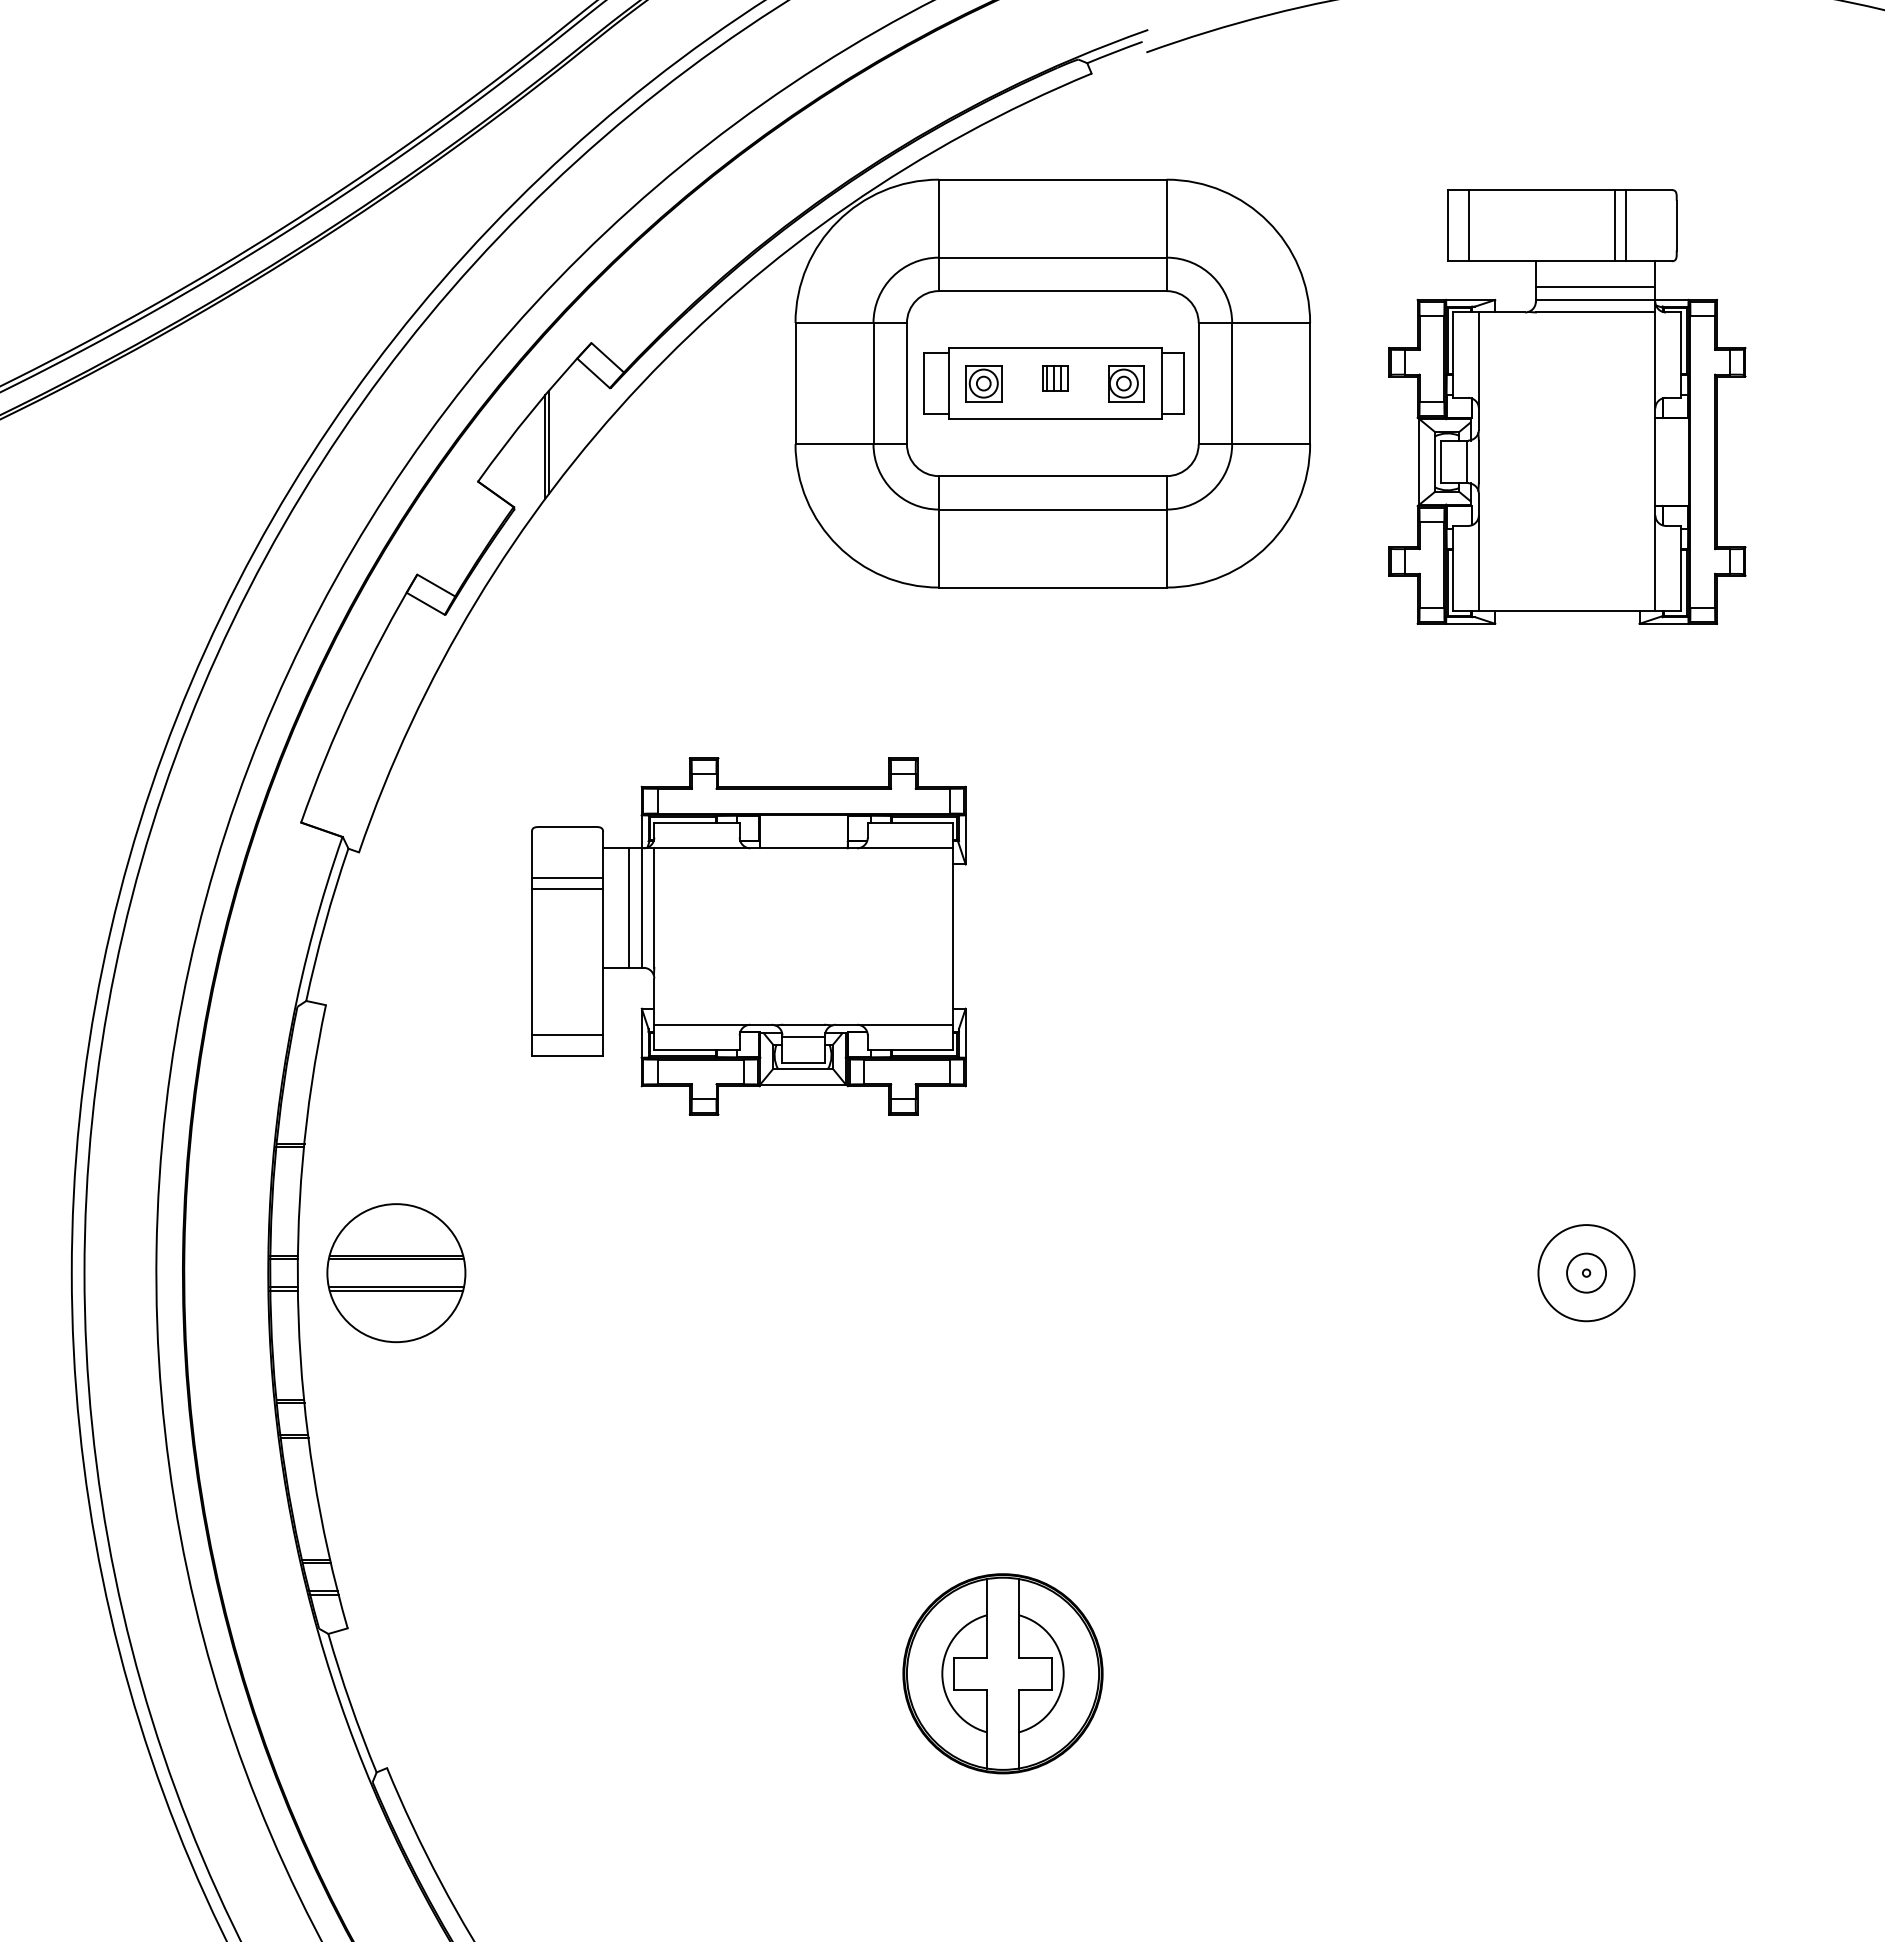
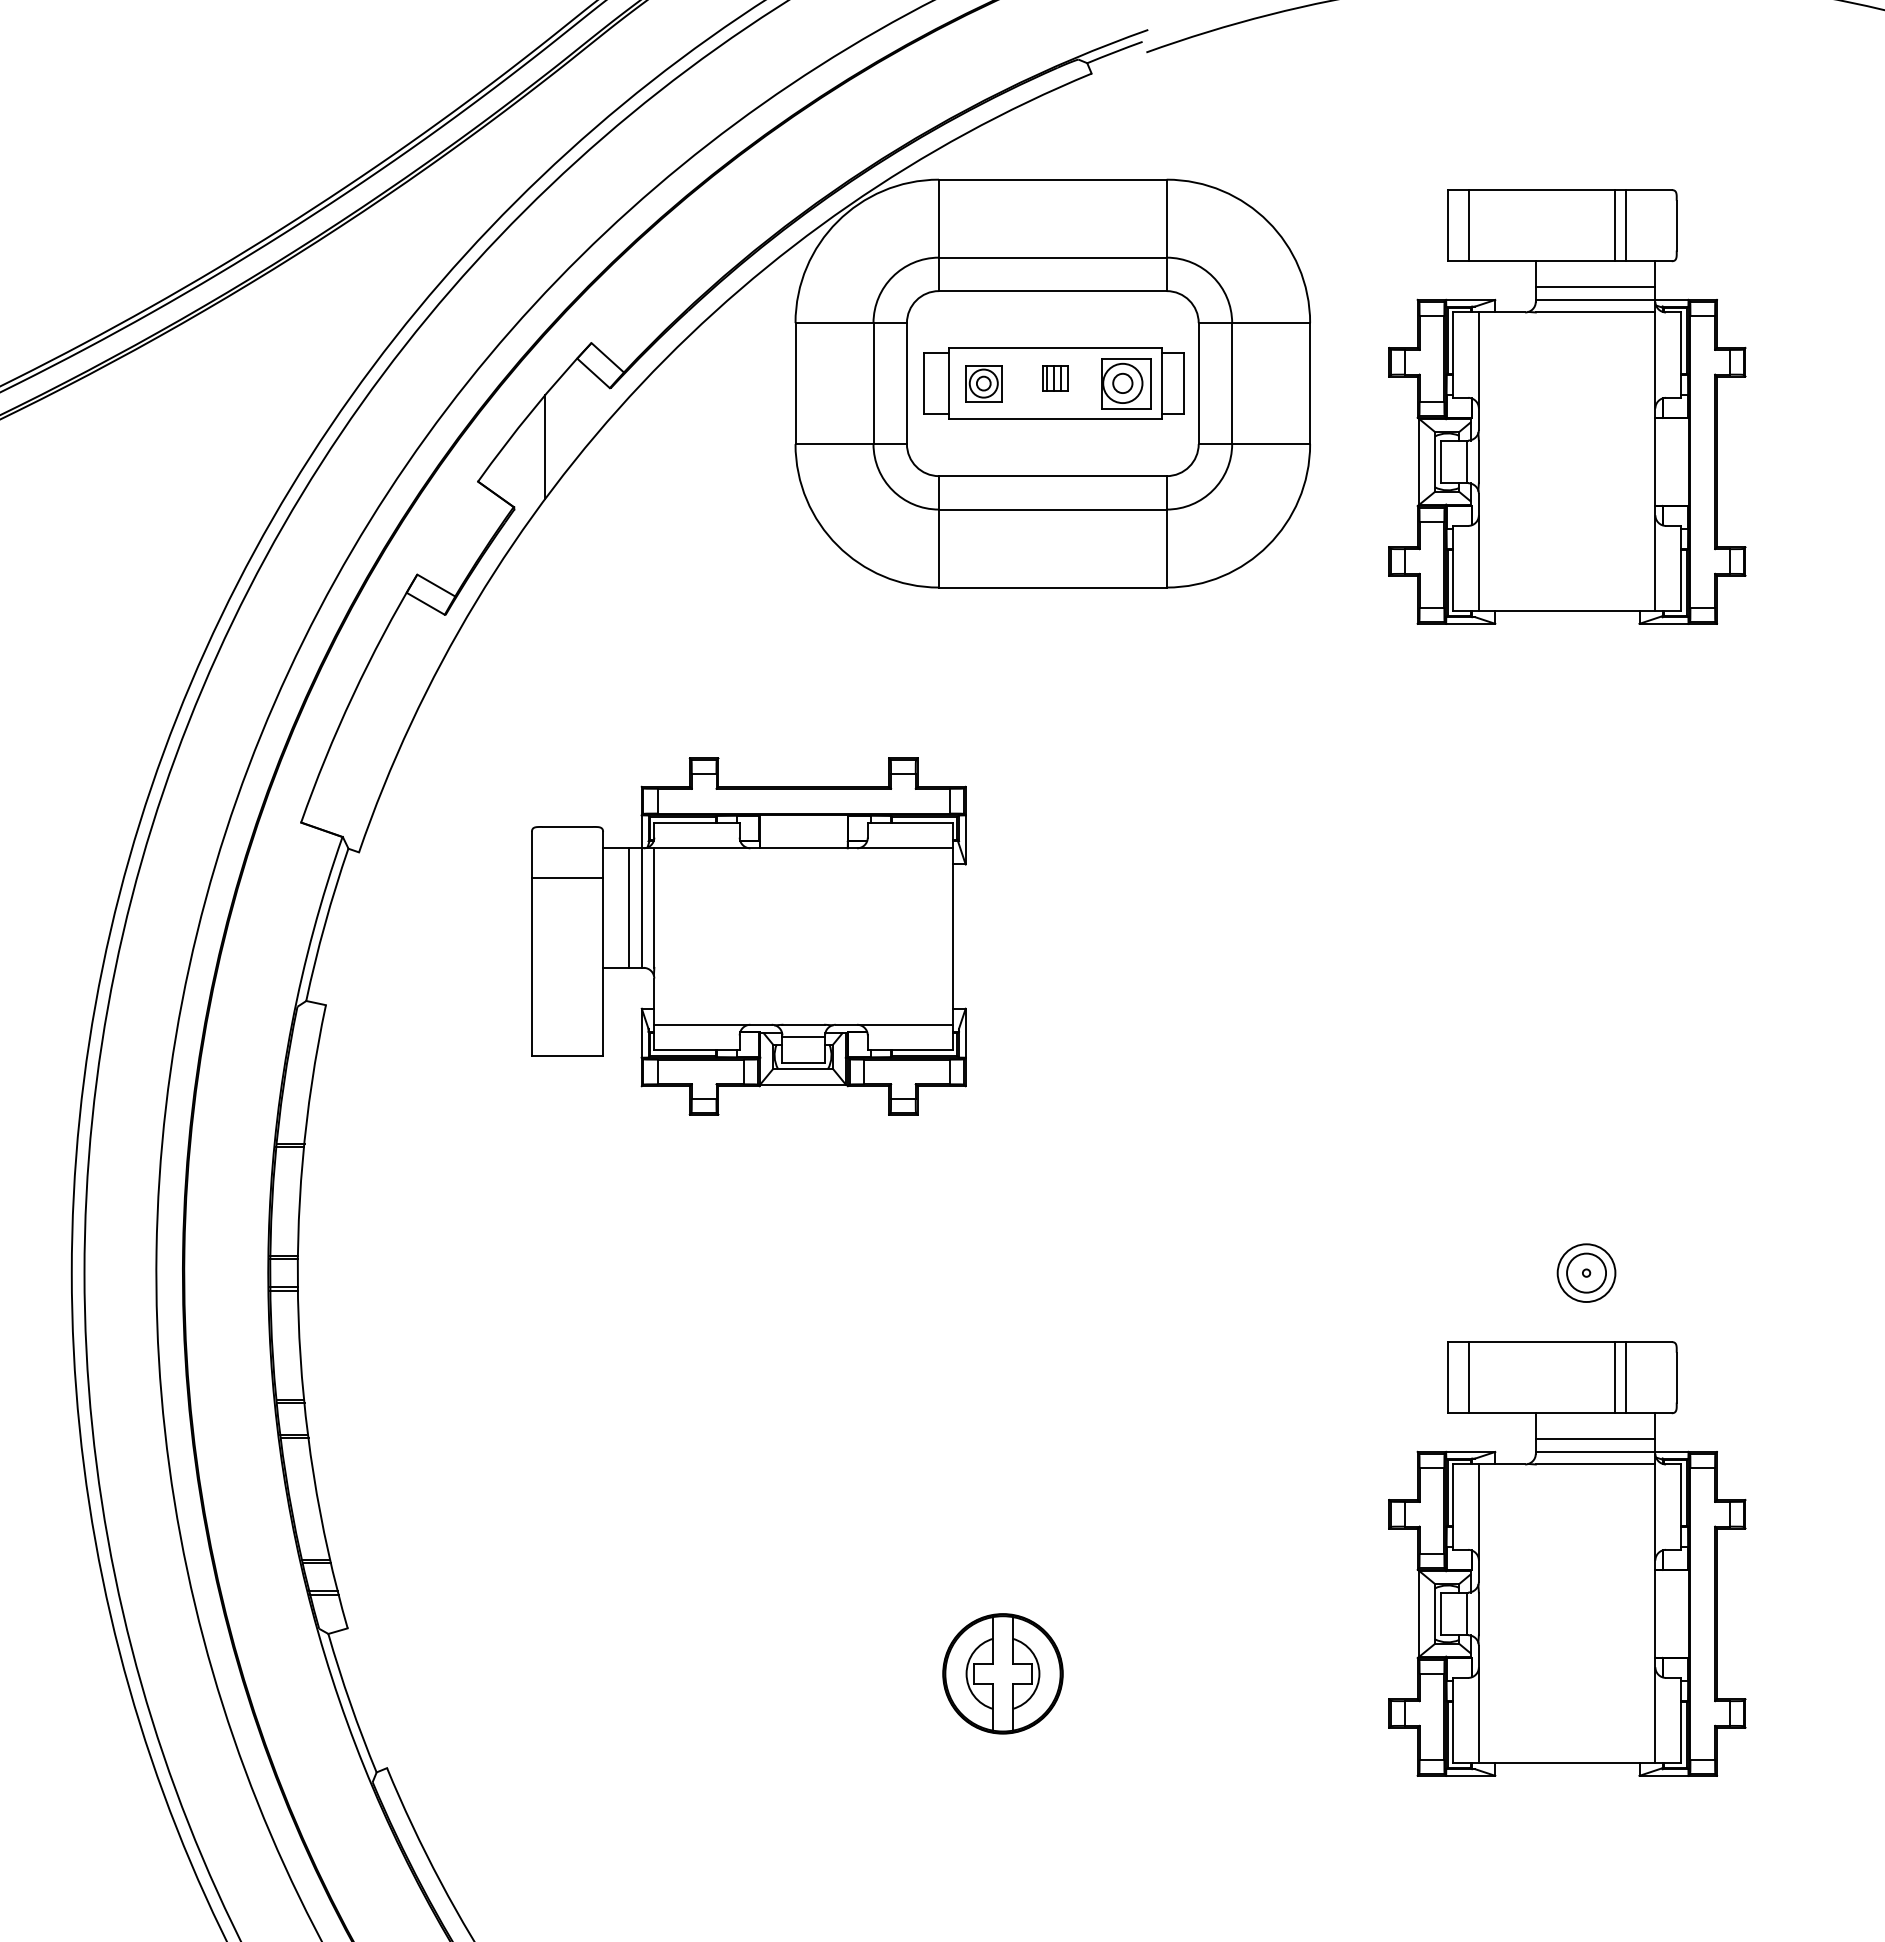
part at (1126, 383) size: 37x38 px -> 51x52 px
line at (549, 441): present -> none
line at (567, 888): present -> none
line at (567, 1034): present -> none
part at (396, 1273): present -> none
circle at (1586, 1273) diameter: 96 px -> 58 px
part at (1567, 1558): none -> present
part at (1002, 1673) size: 202x202 px -> 122x122 px
